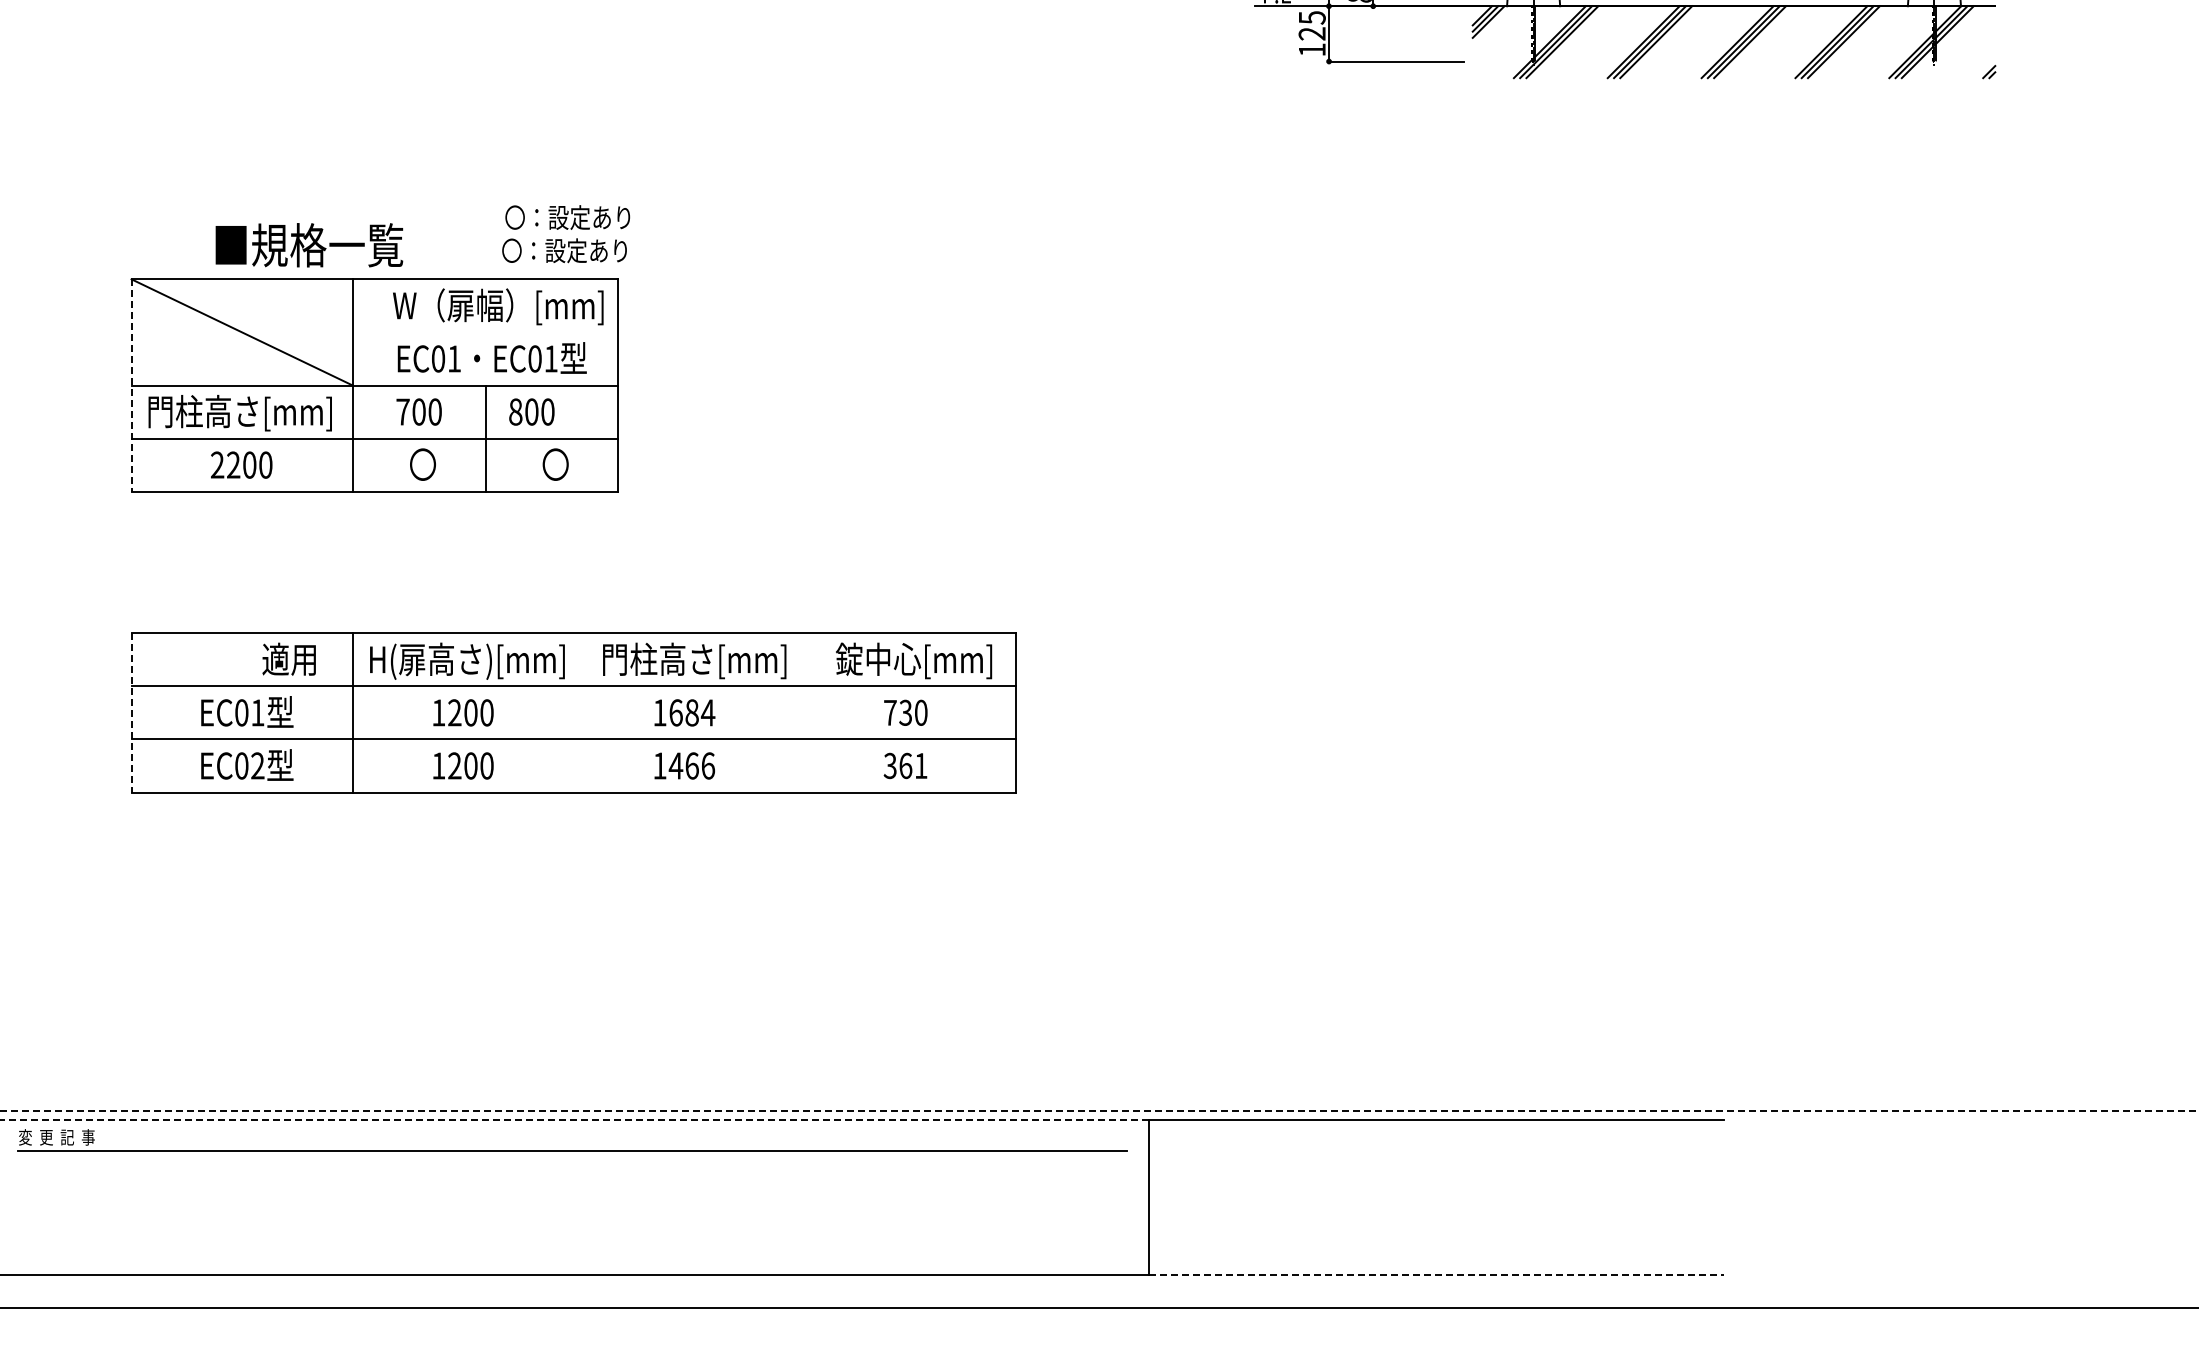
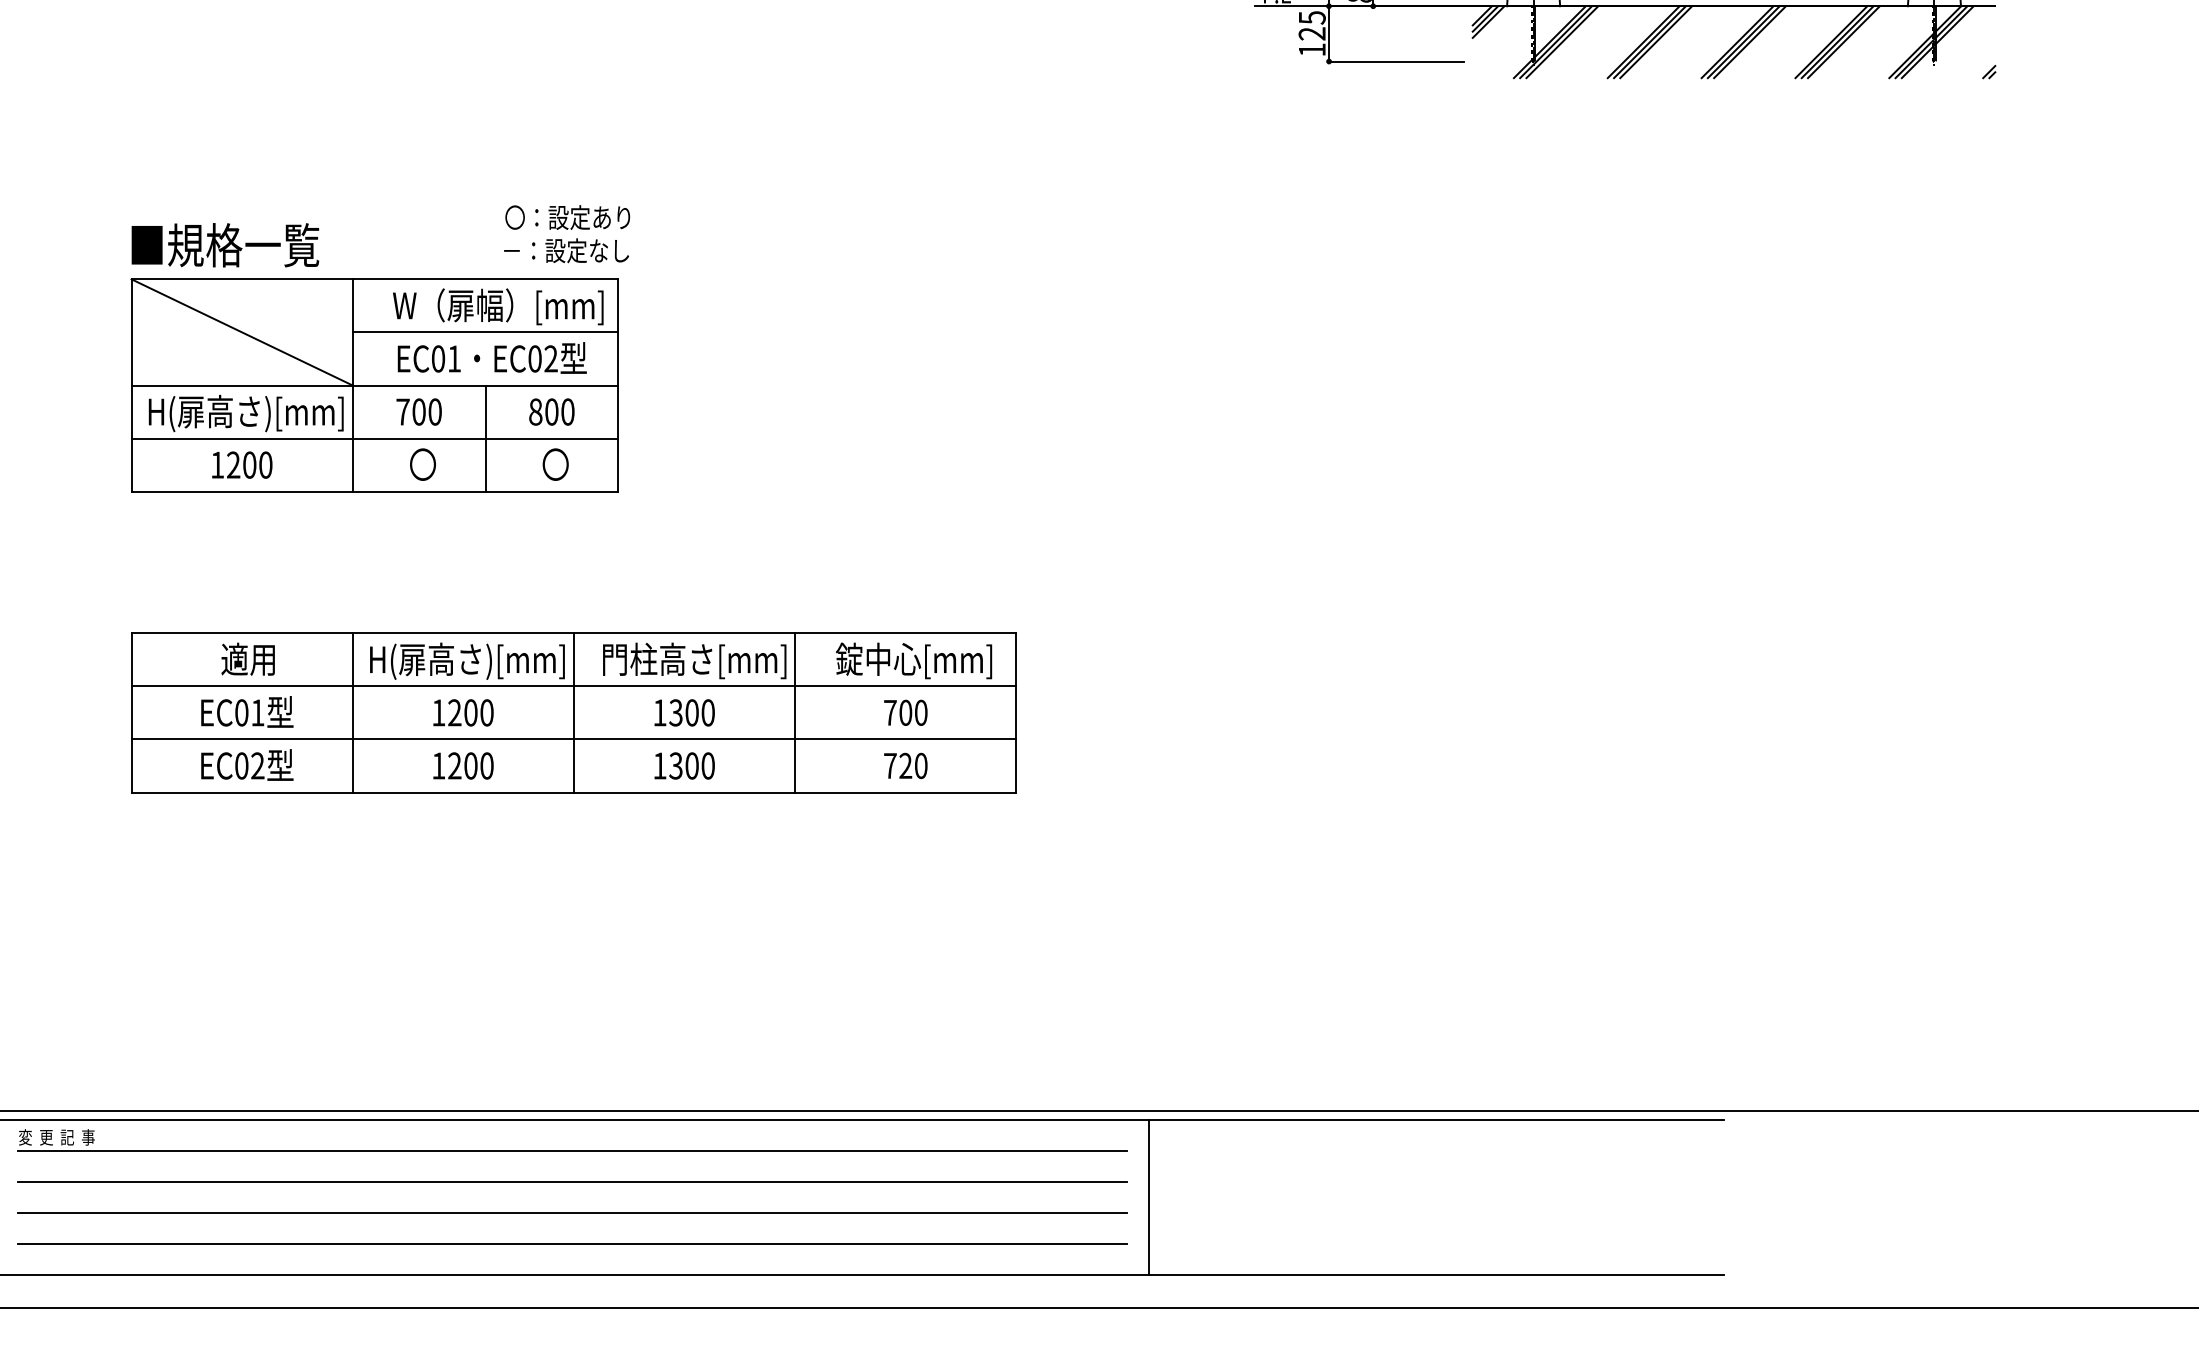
text at (309, 245) position: (309, 245) -> (225, 245)
text at (565, 250): 〇：設定あり -> －：設定なし
line at (485, 332): none -> present
text at (550, 358): EC01 -> EC02
line at (131, 386): dashed -> solid
text at (531, 411) position: (531, 411) -> (551, 411)
text at (245, 413): 門柱高さ[mm] -> H(扉高さ)[mm]
text at (217, 464): 2200 -> 1200
text at (288, 658) position: (288, 658) -> (247, 658)
line at (131, 712): dashed -> solid
line at (574, 712): none -> present
text at (692, 712): 1684 -> 1300
line at (795, 712): none -> present
text at (905, 712): 730 -> 700
text at (691, 765): 1466 -> 1300
text at (905, 765): 361 -> 720
line at (1099, 1111): dashed -> solid
line at (574, 1119): dashed -> solid
line at (572, 1181): none -> present
line at (572, 1212): none -> present
line at (572, 1243): none -> present
line at (1436, 1274): dashed -> solid
